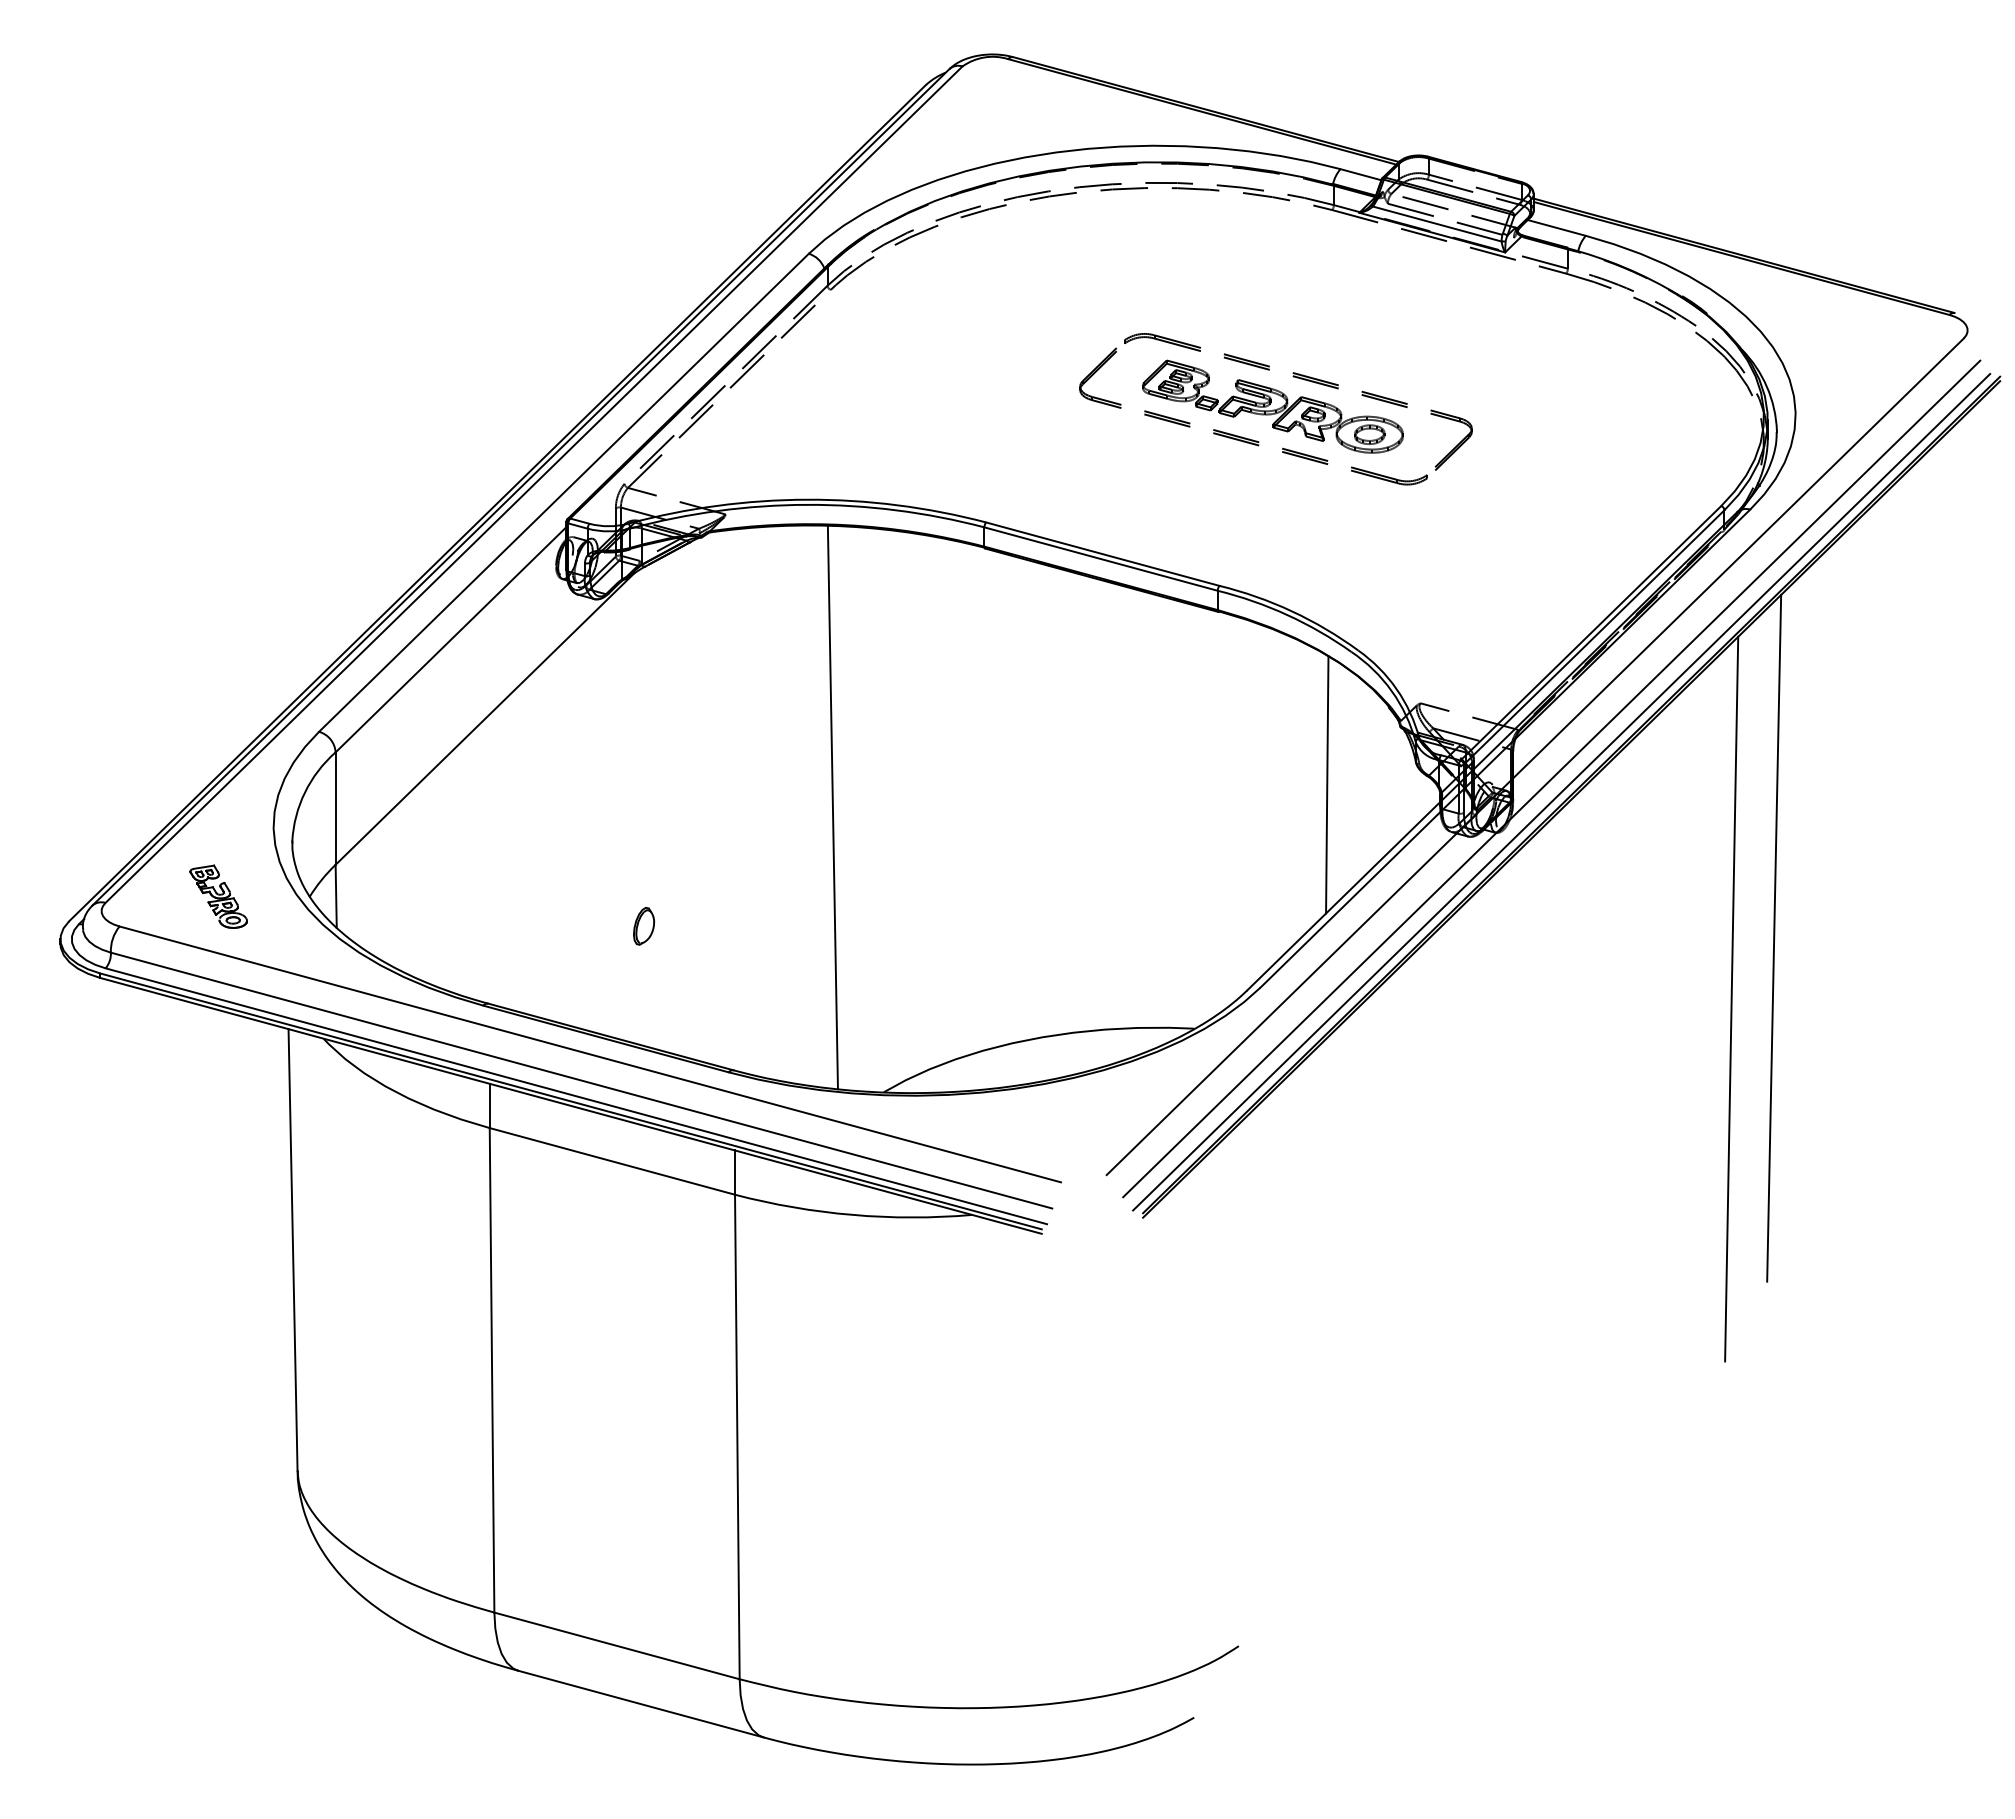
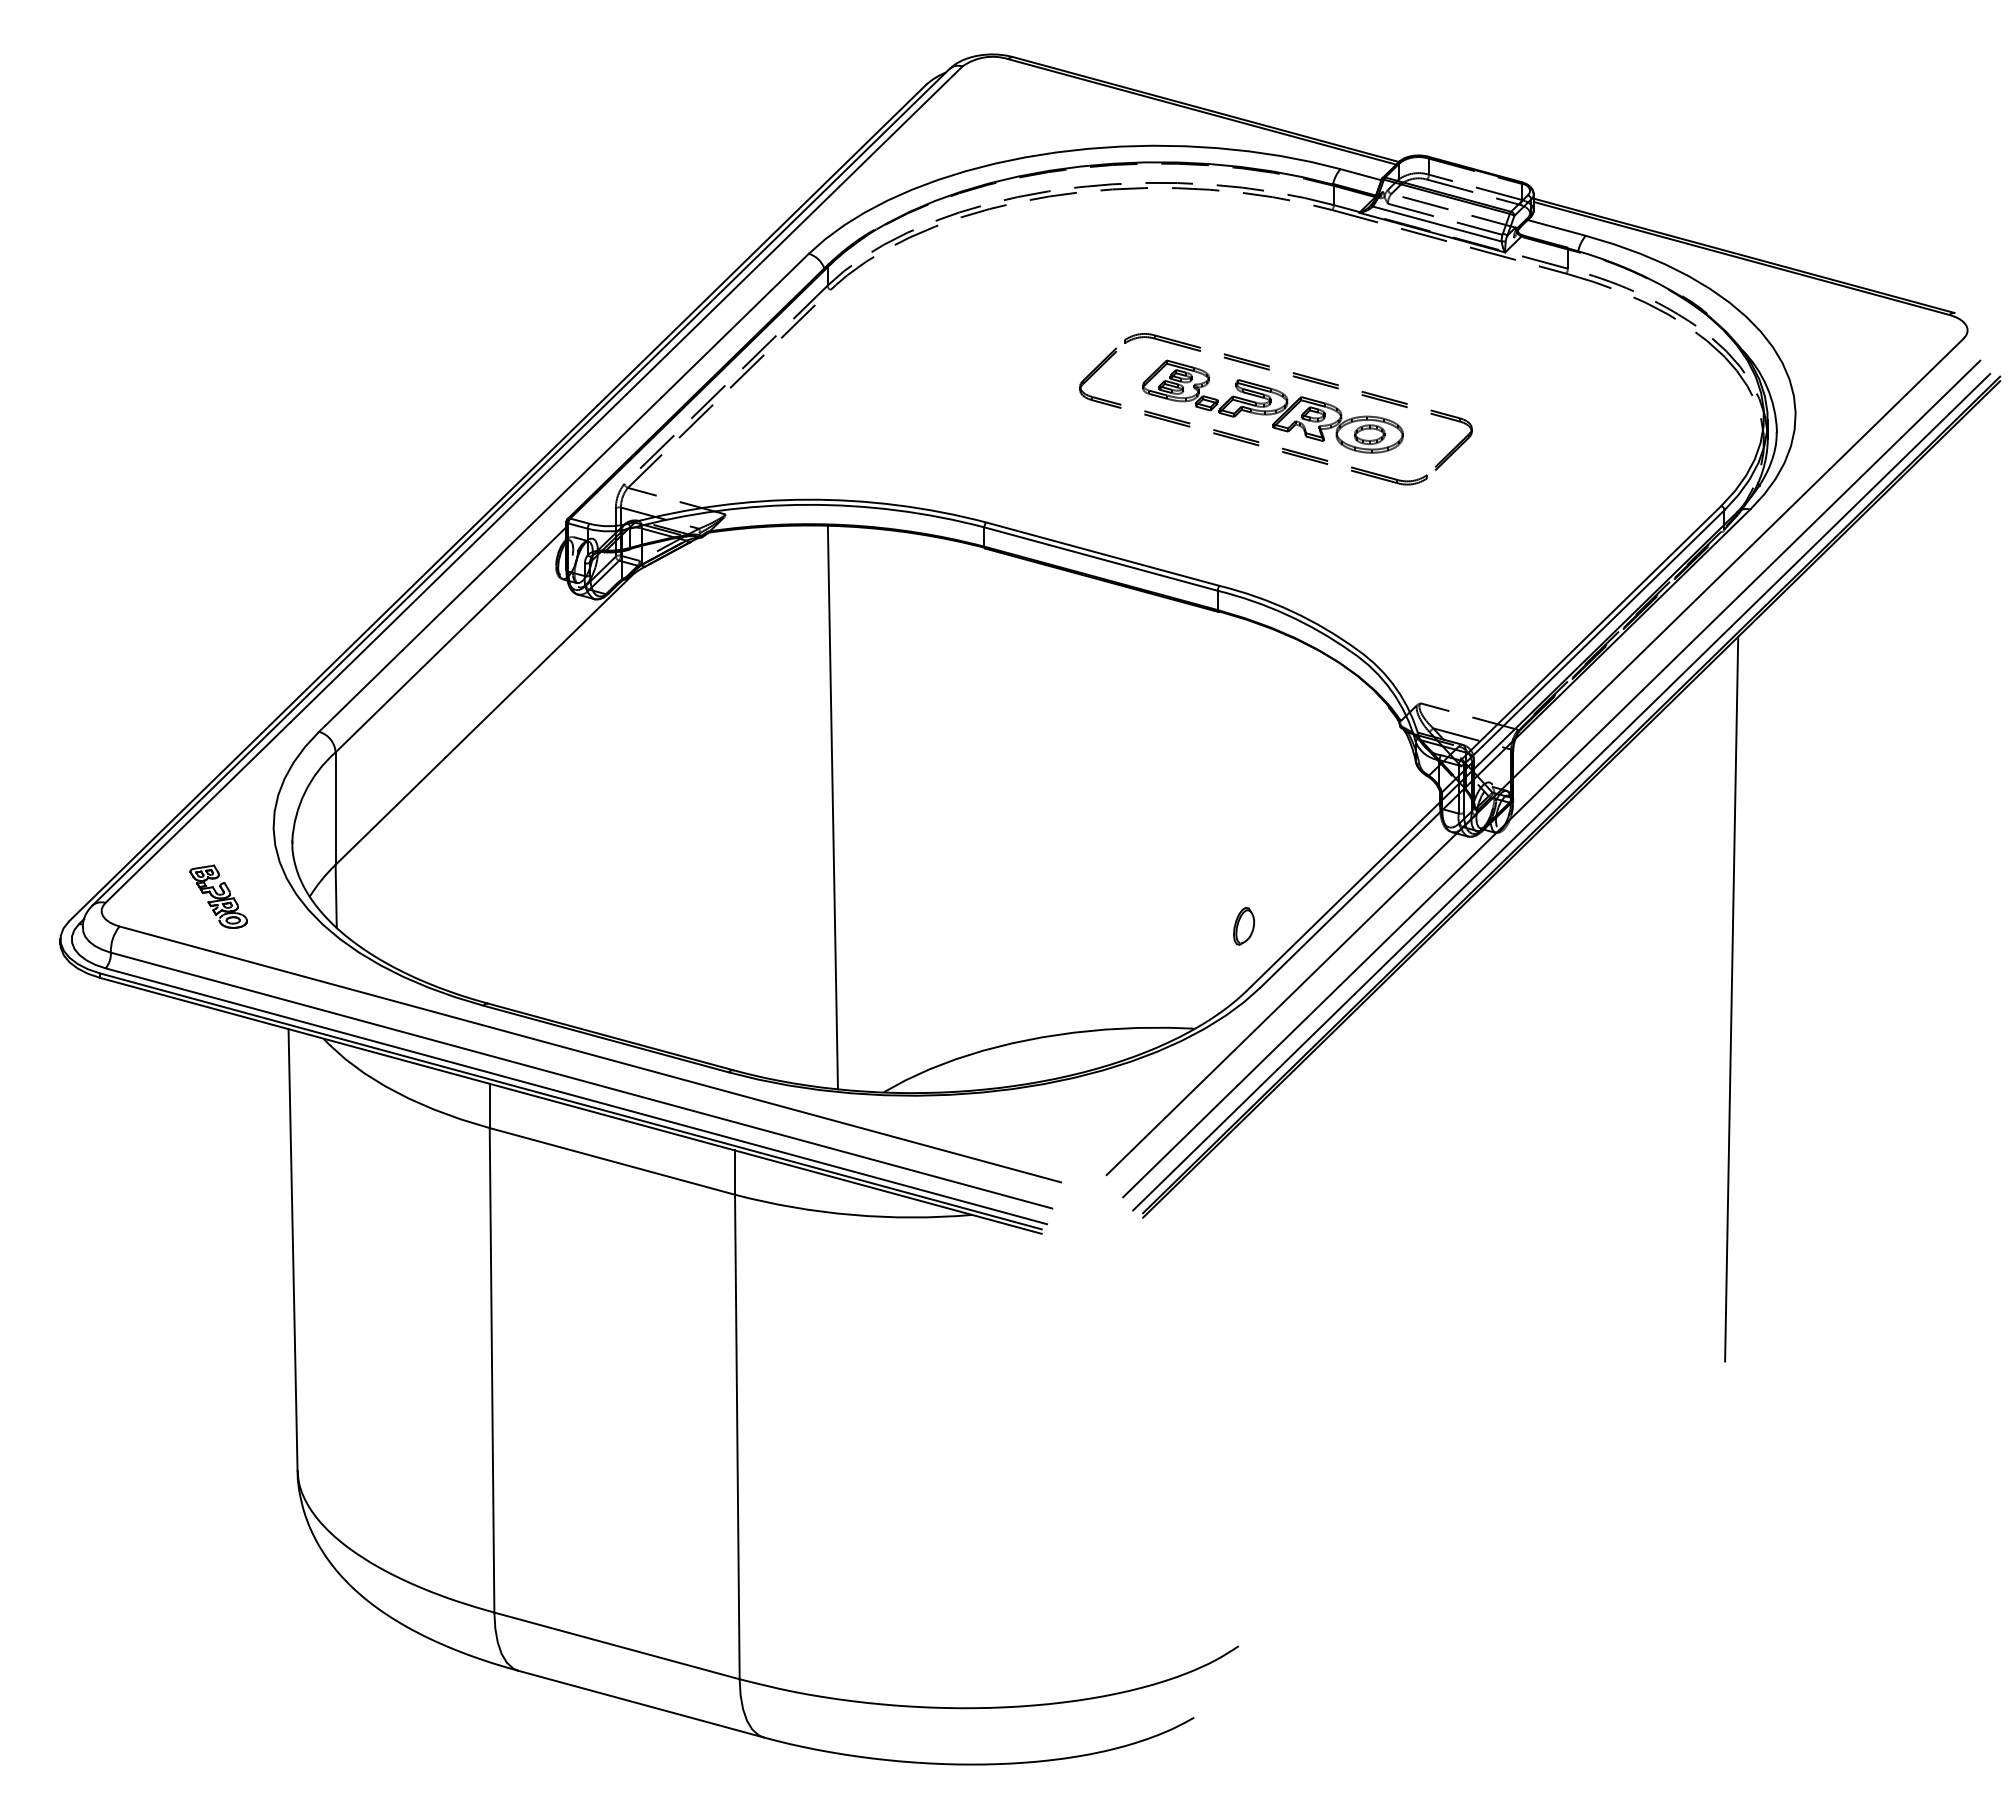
line at (1327, 784): present -> none
part at (643, 926) position: (643, 926) -> (1243, 926)
line at (1774, 937): present -> none
